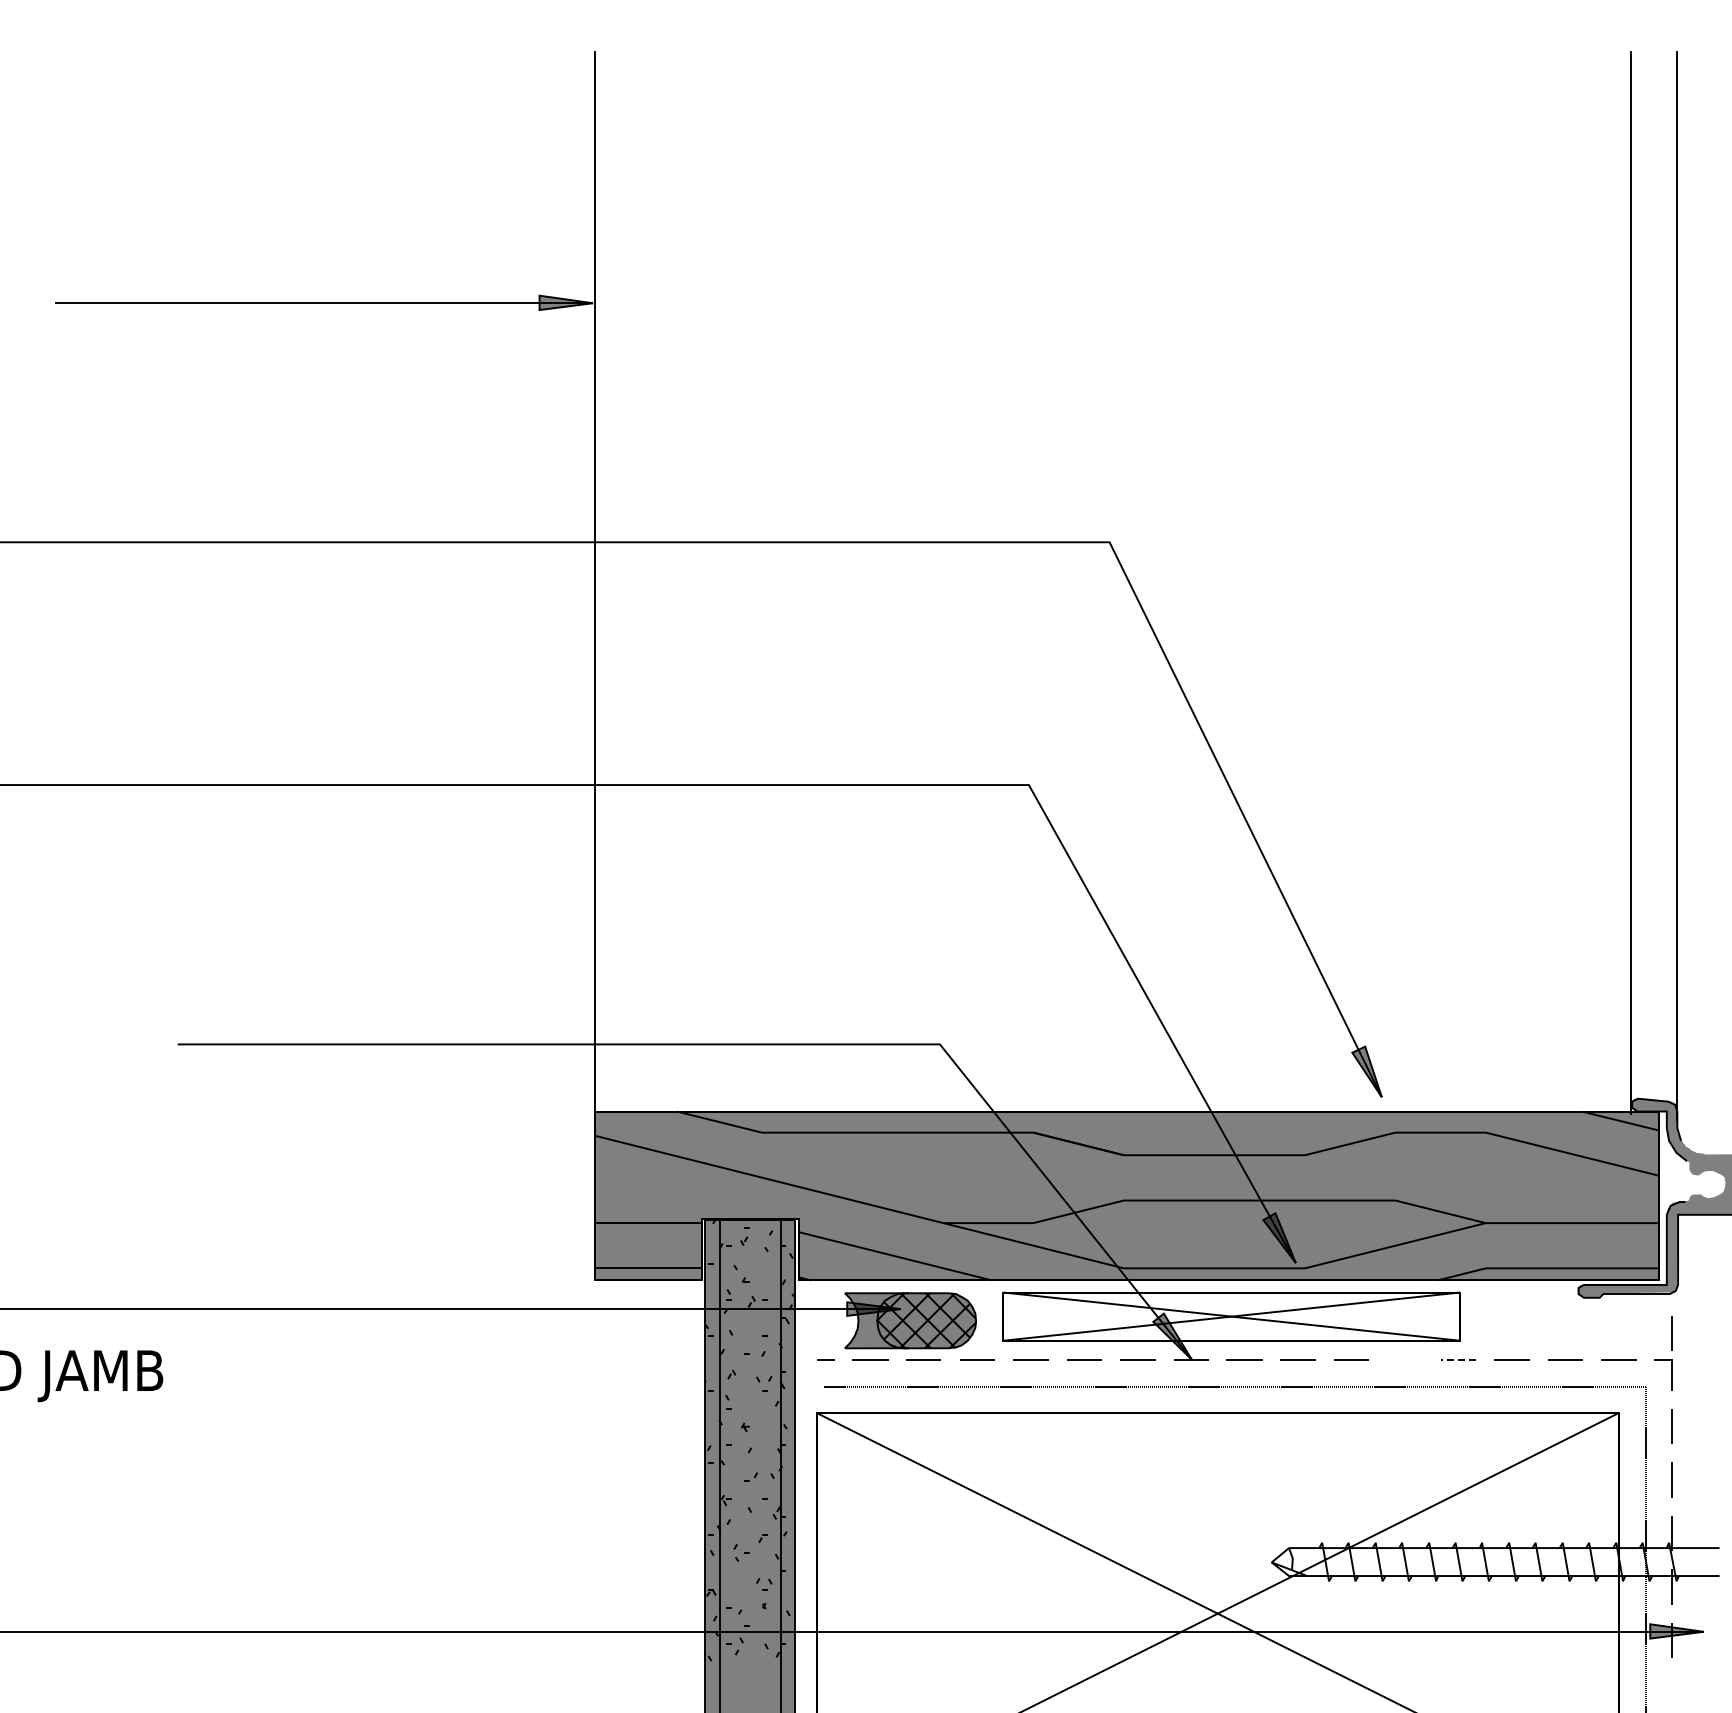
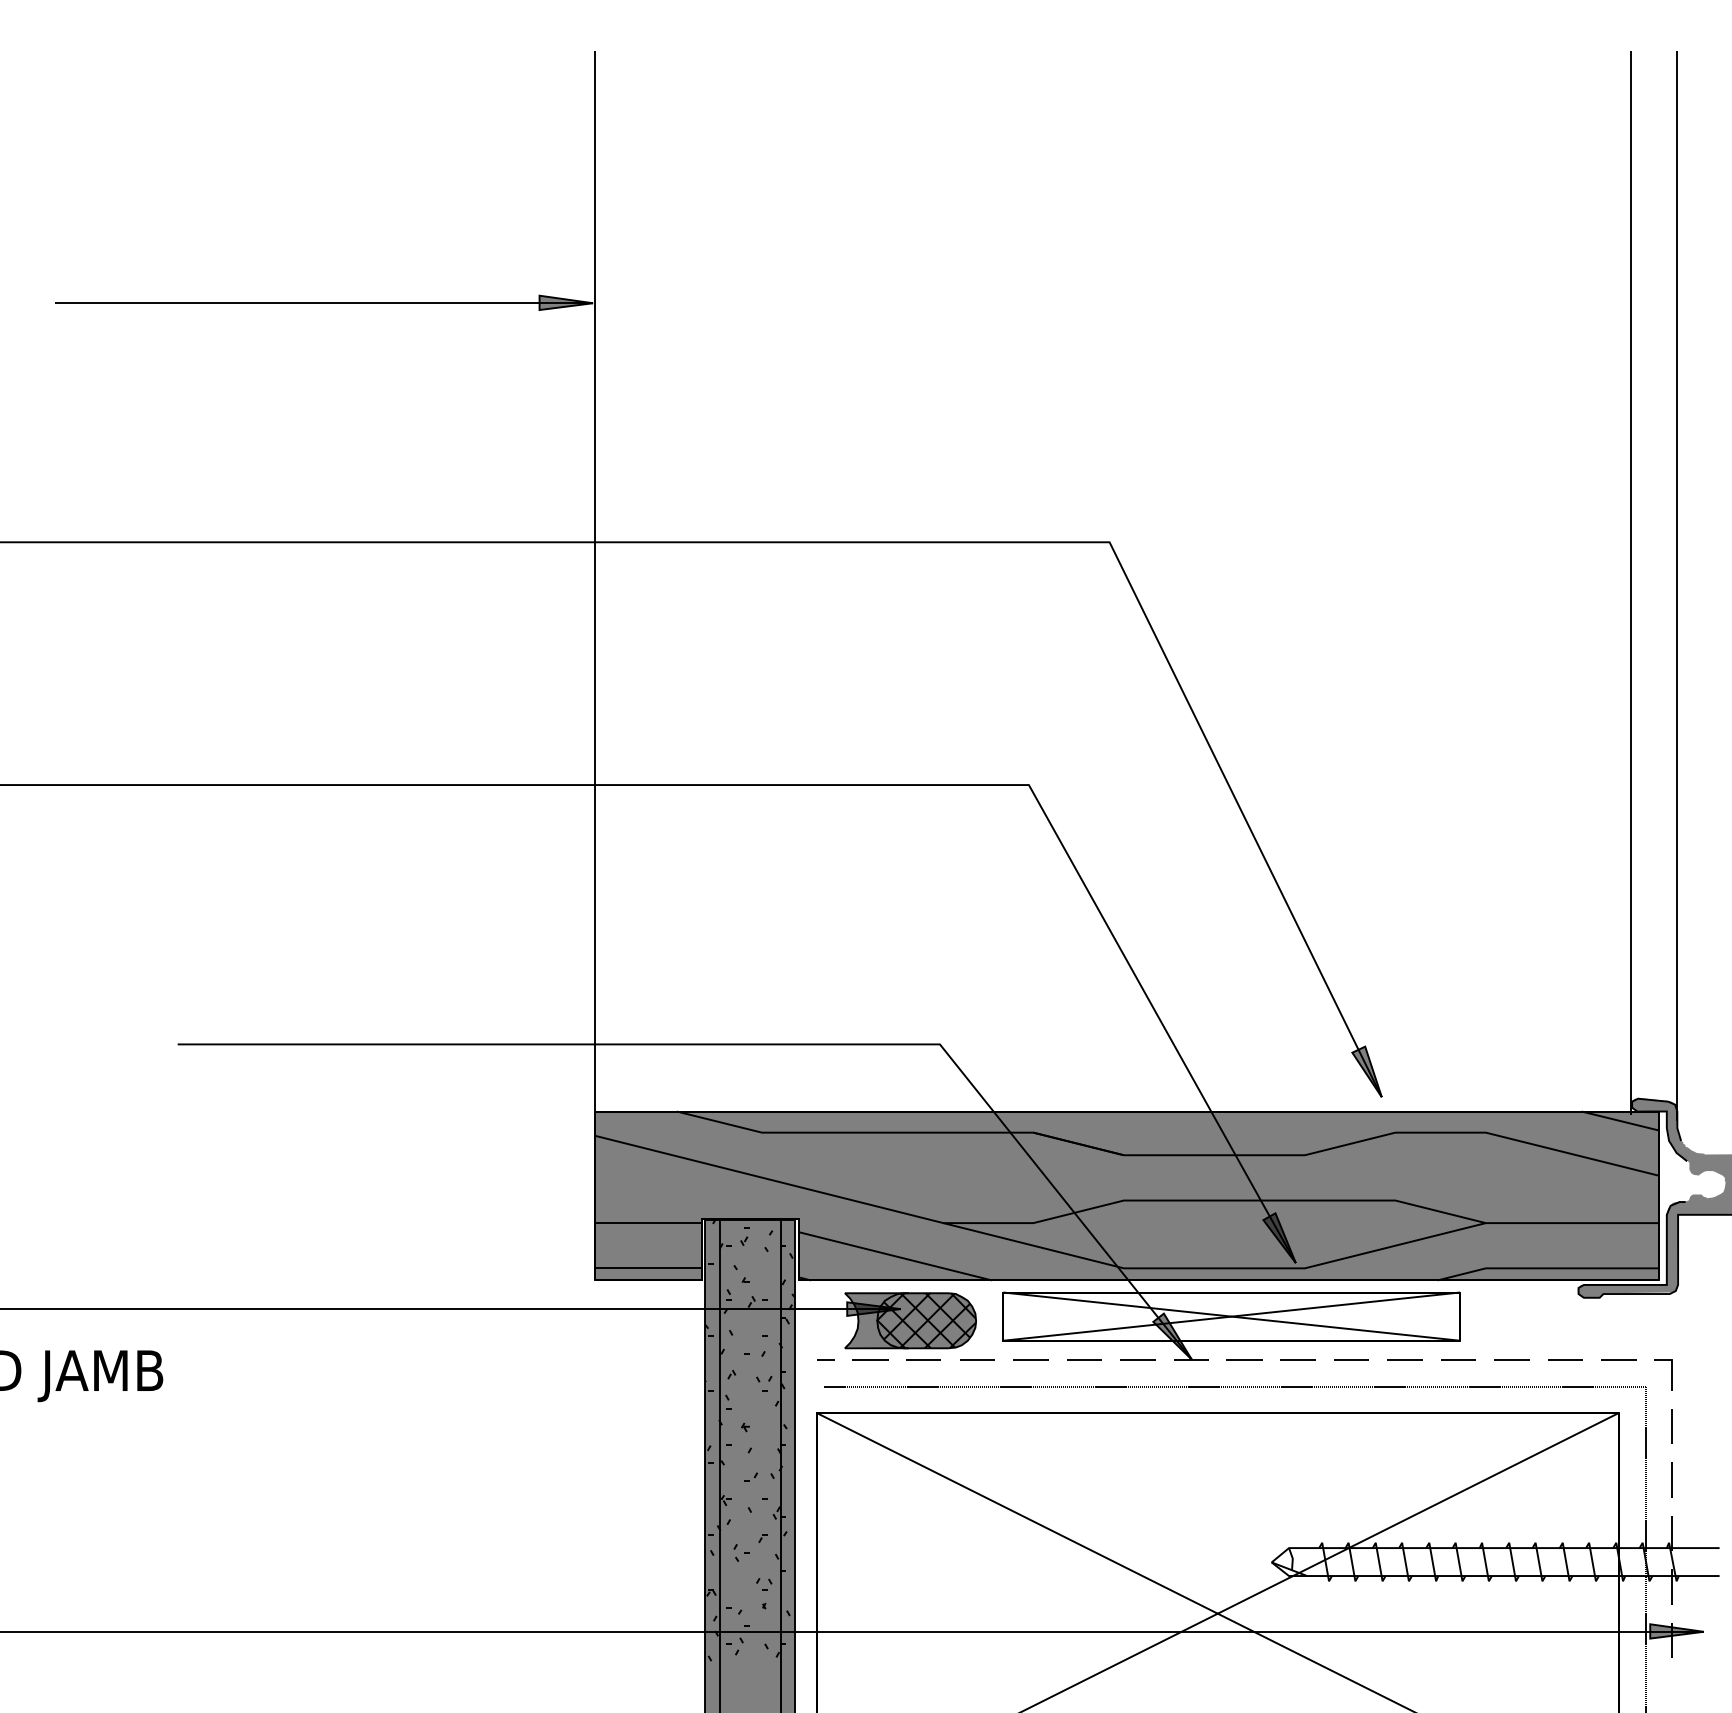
line at (1671, 1333): present -> none
line at (1404, 1359): none -> present
line at (1458, 1359): dashed -> solid
